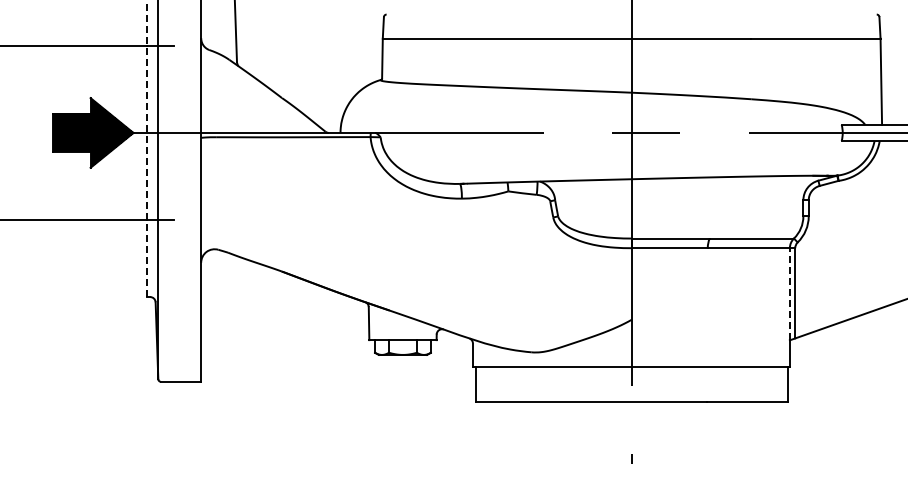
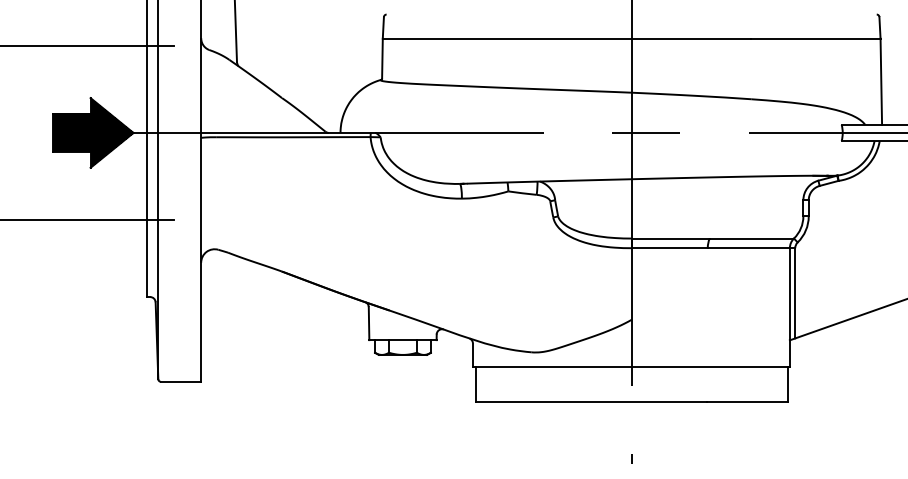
line at (147, 148): dashed -> solid
line at (789, 293): dashed -> solid
